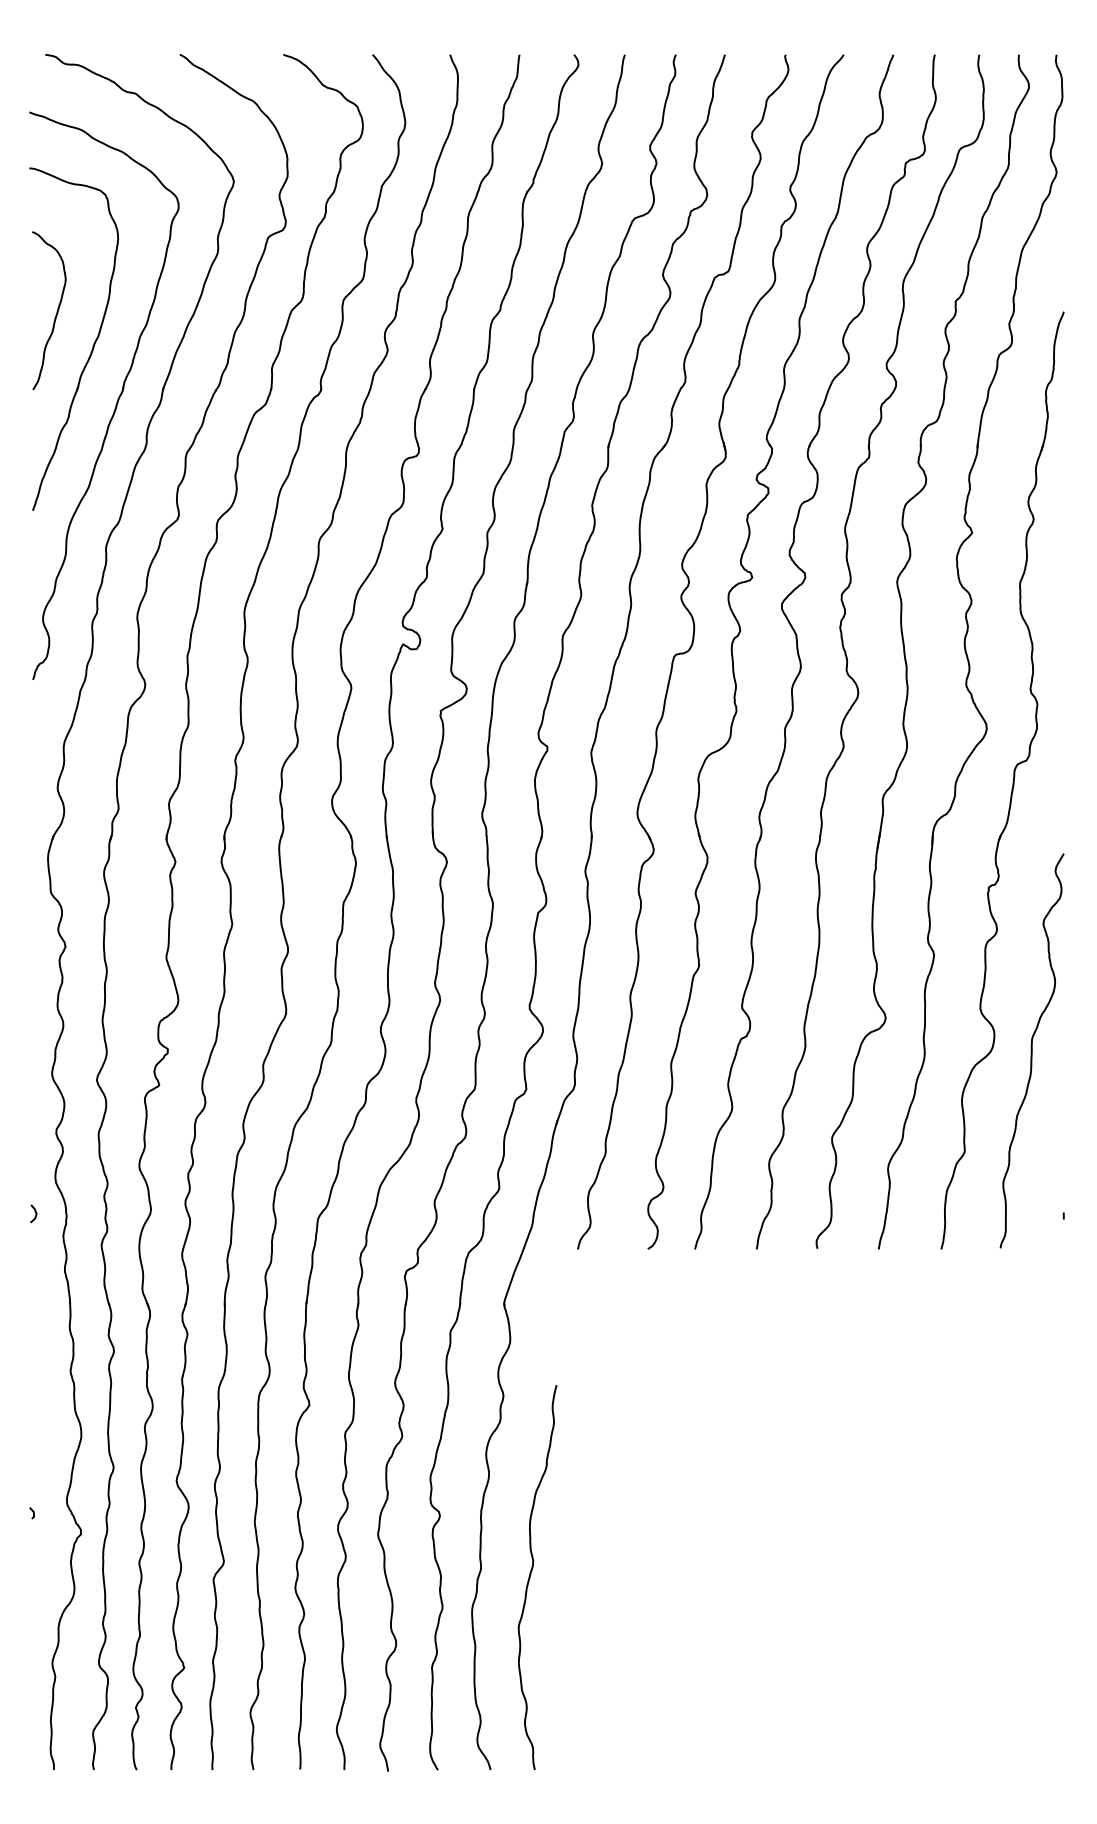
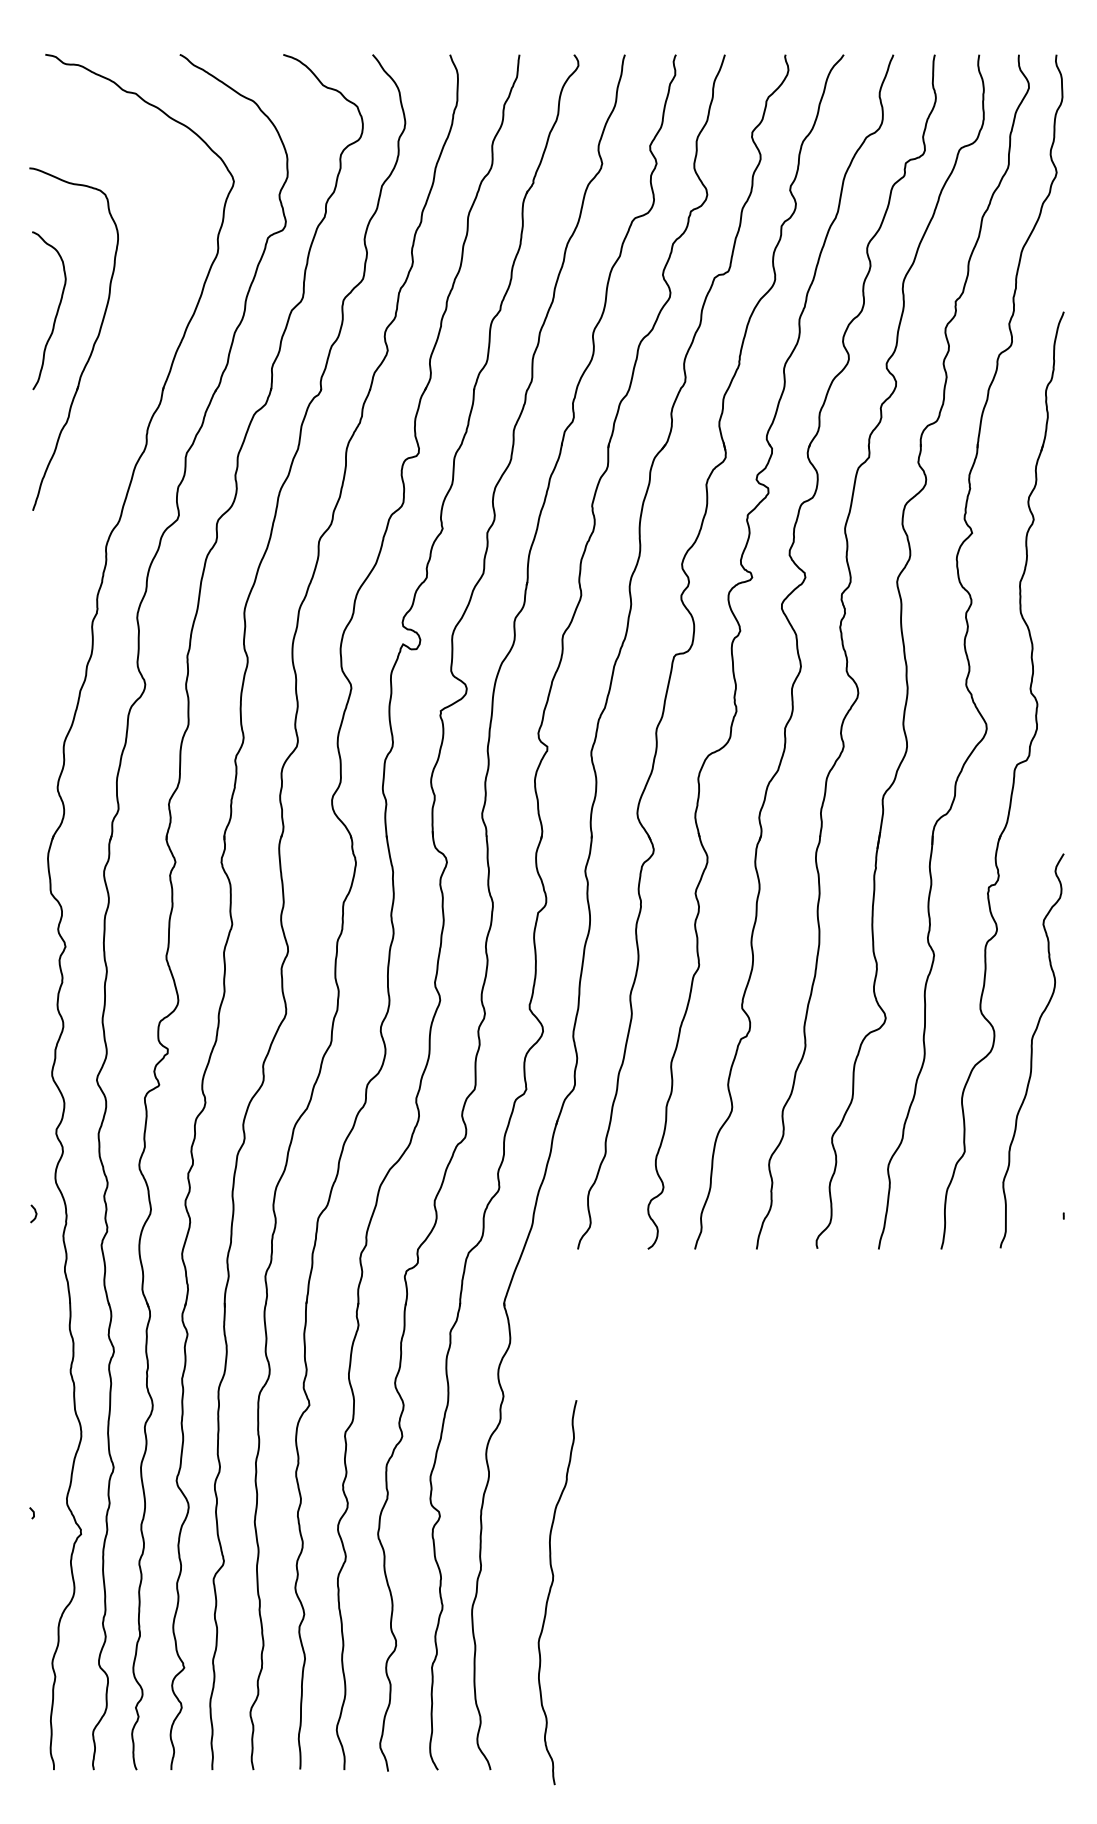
part at (117, 398): present -> none
curve at (531, 1574) position: (531, 1574) -> (551, 1589)
